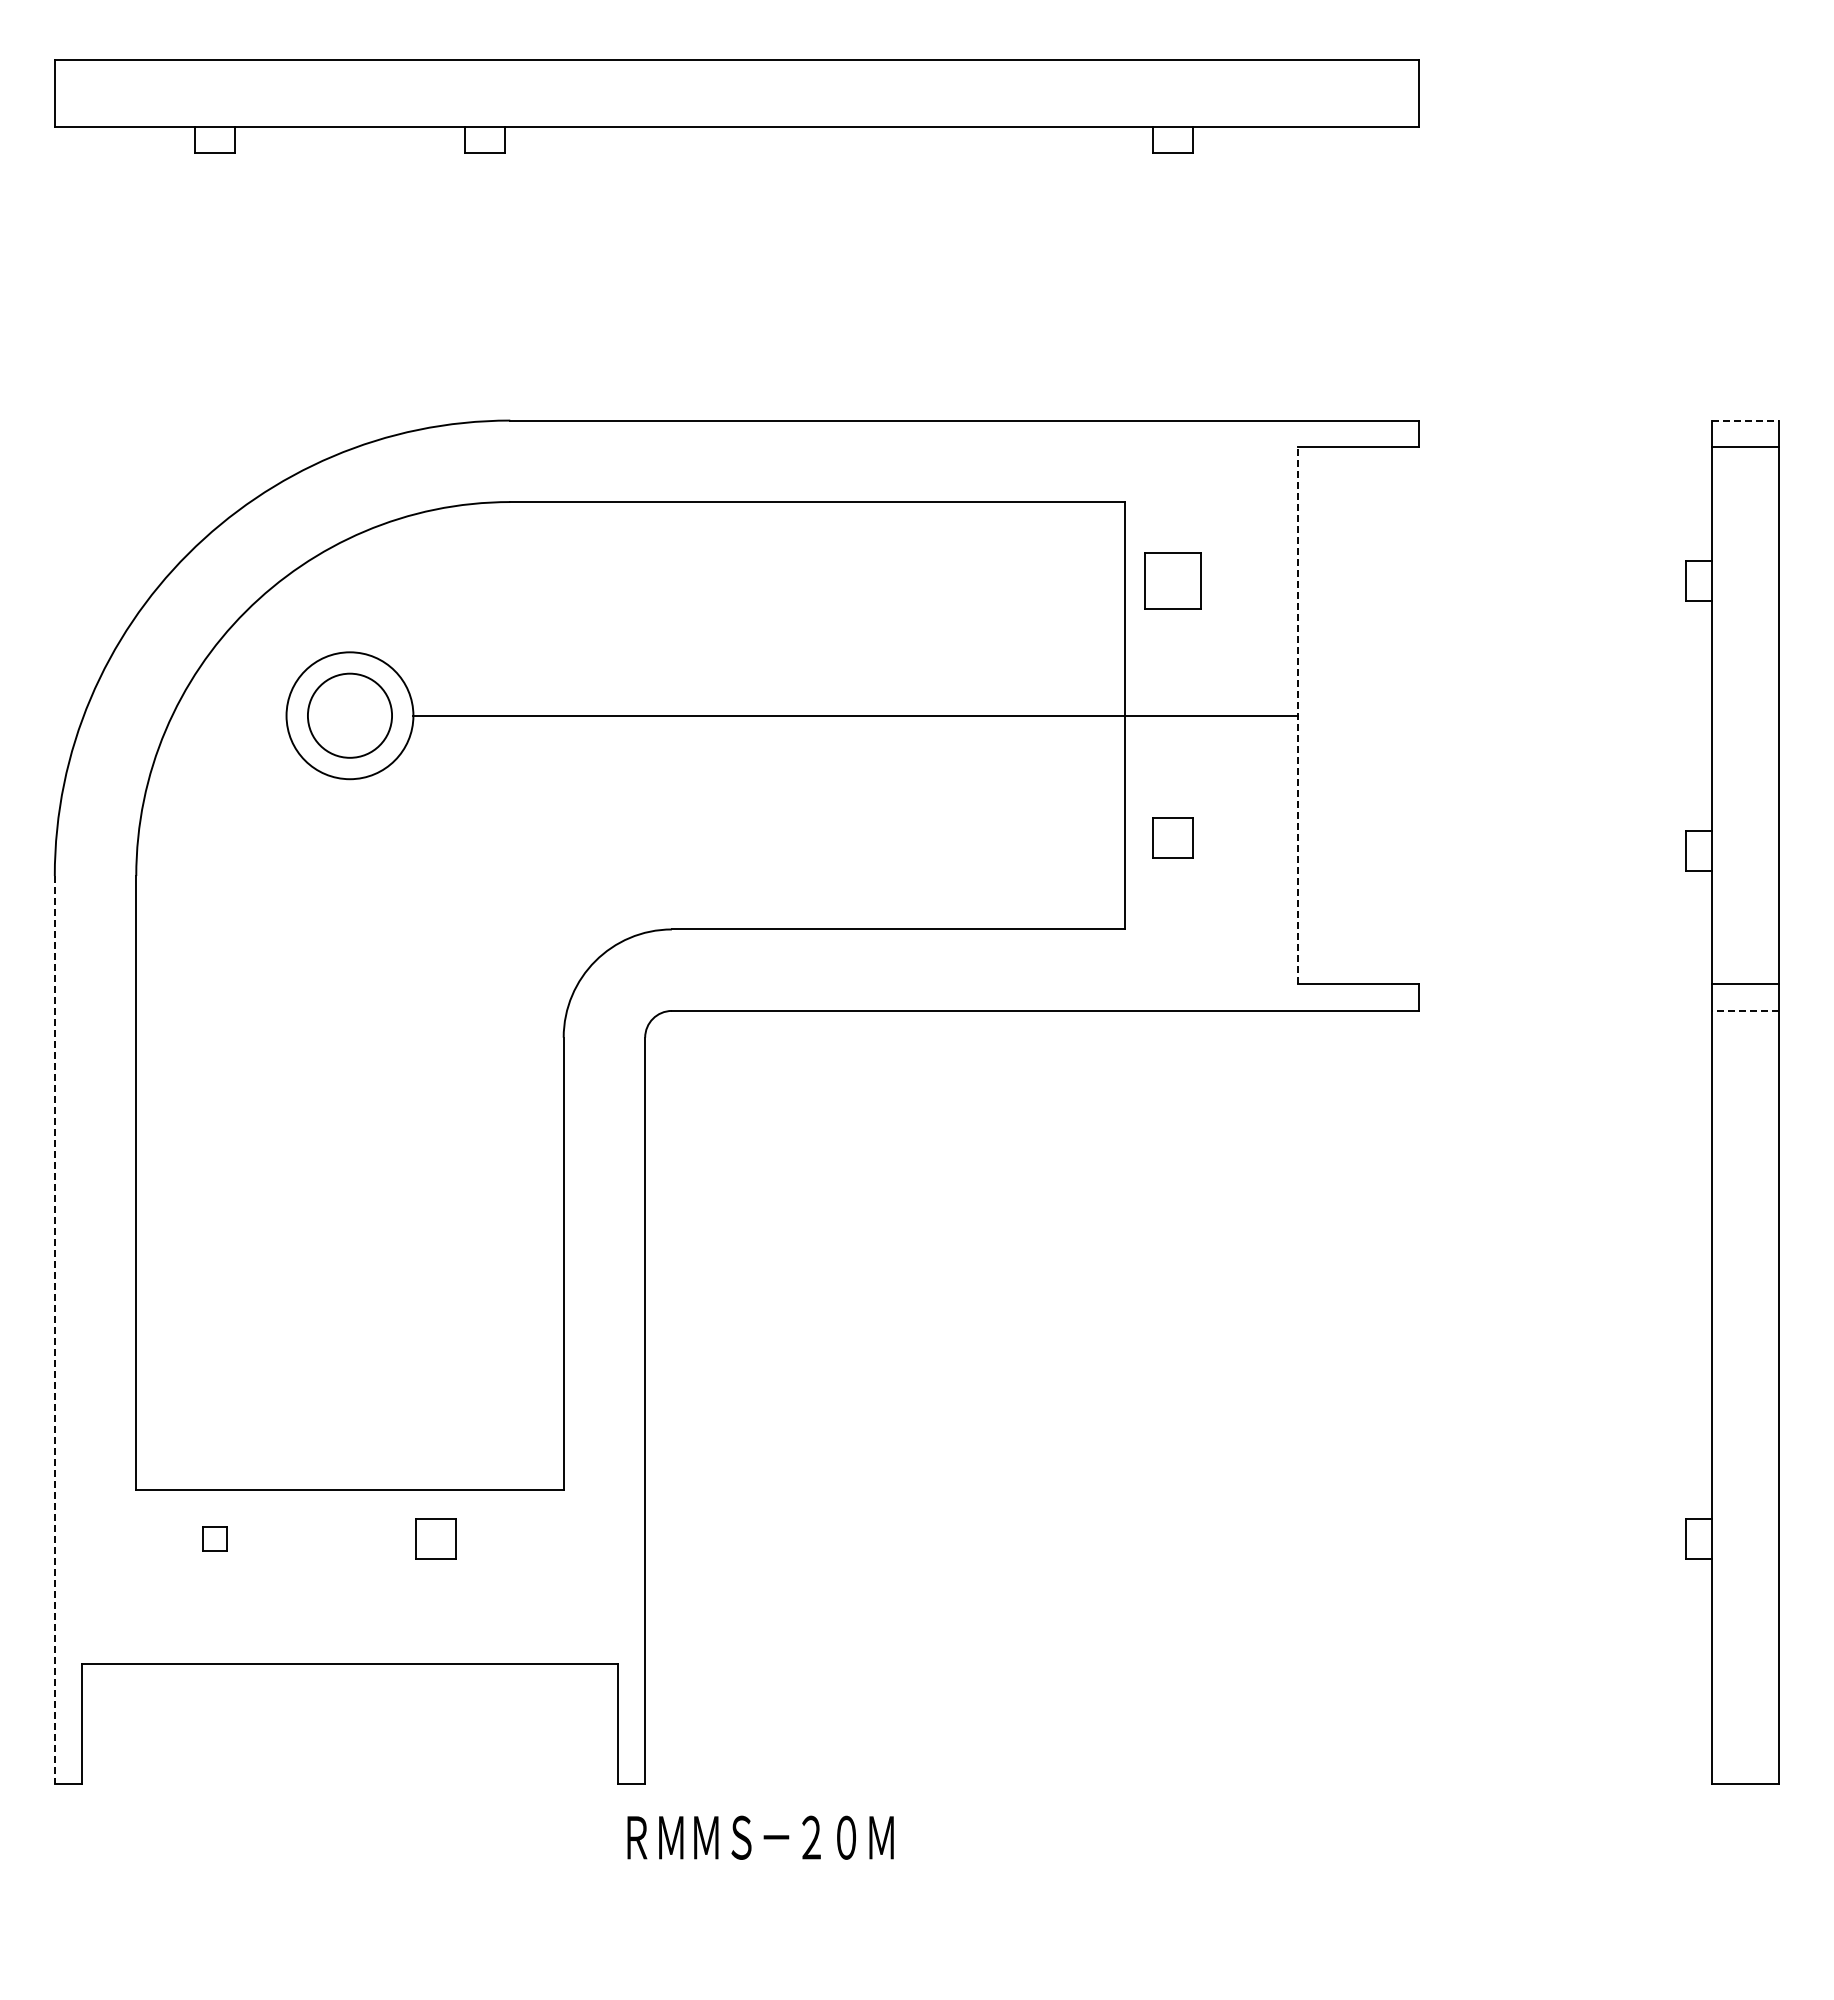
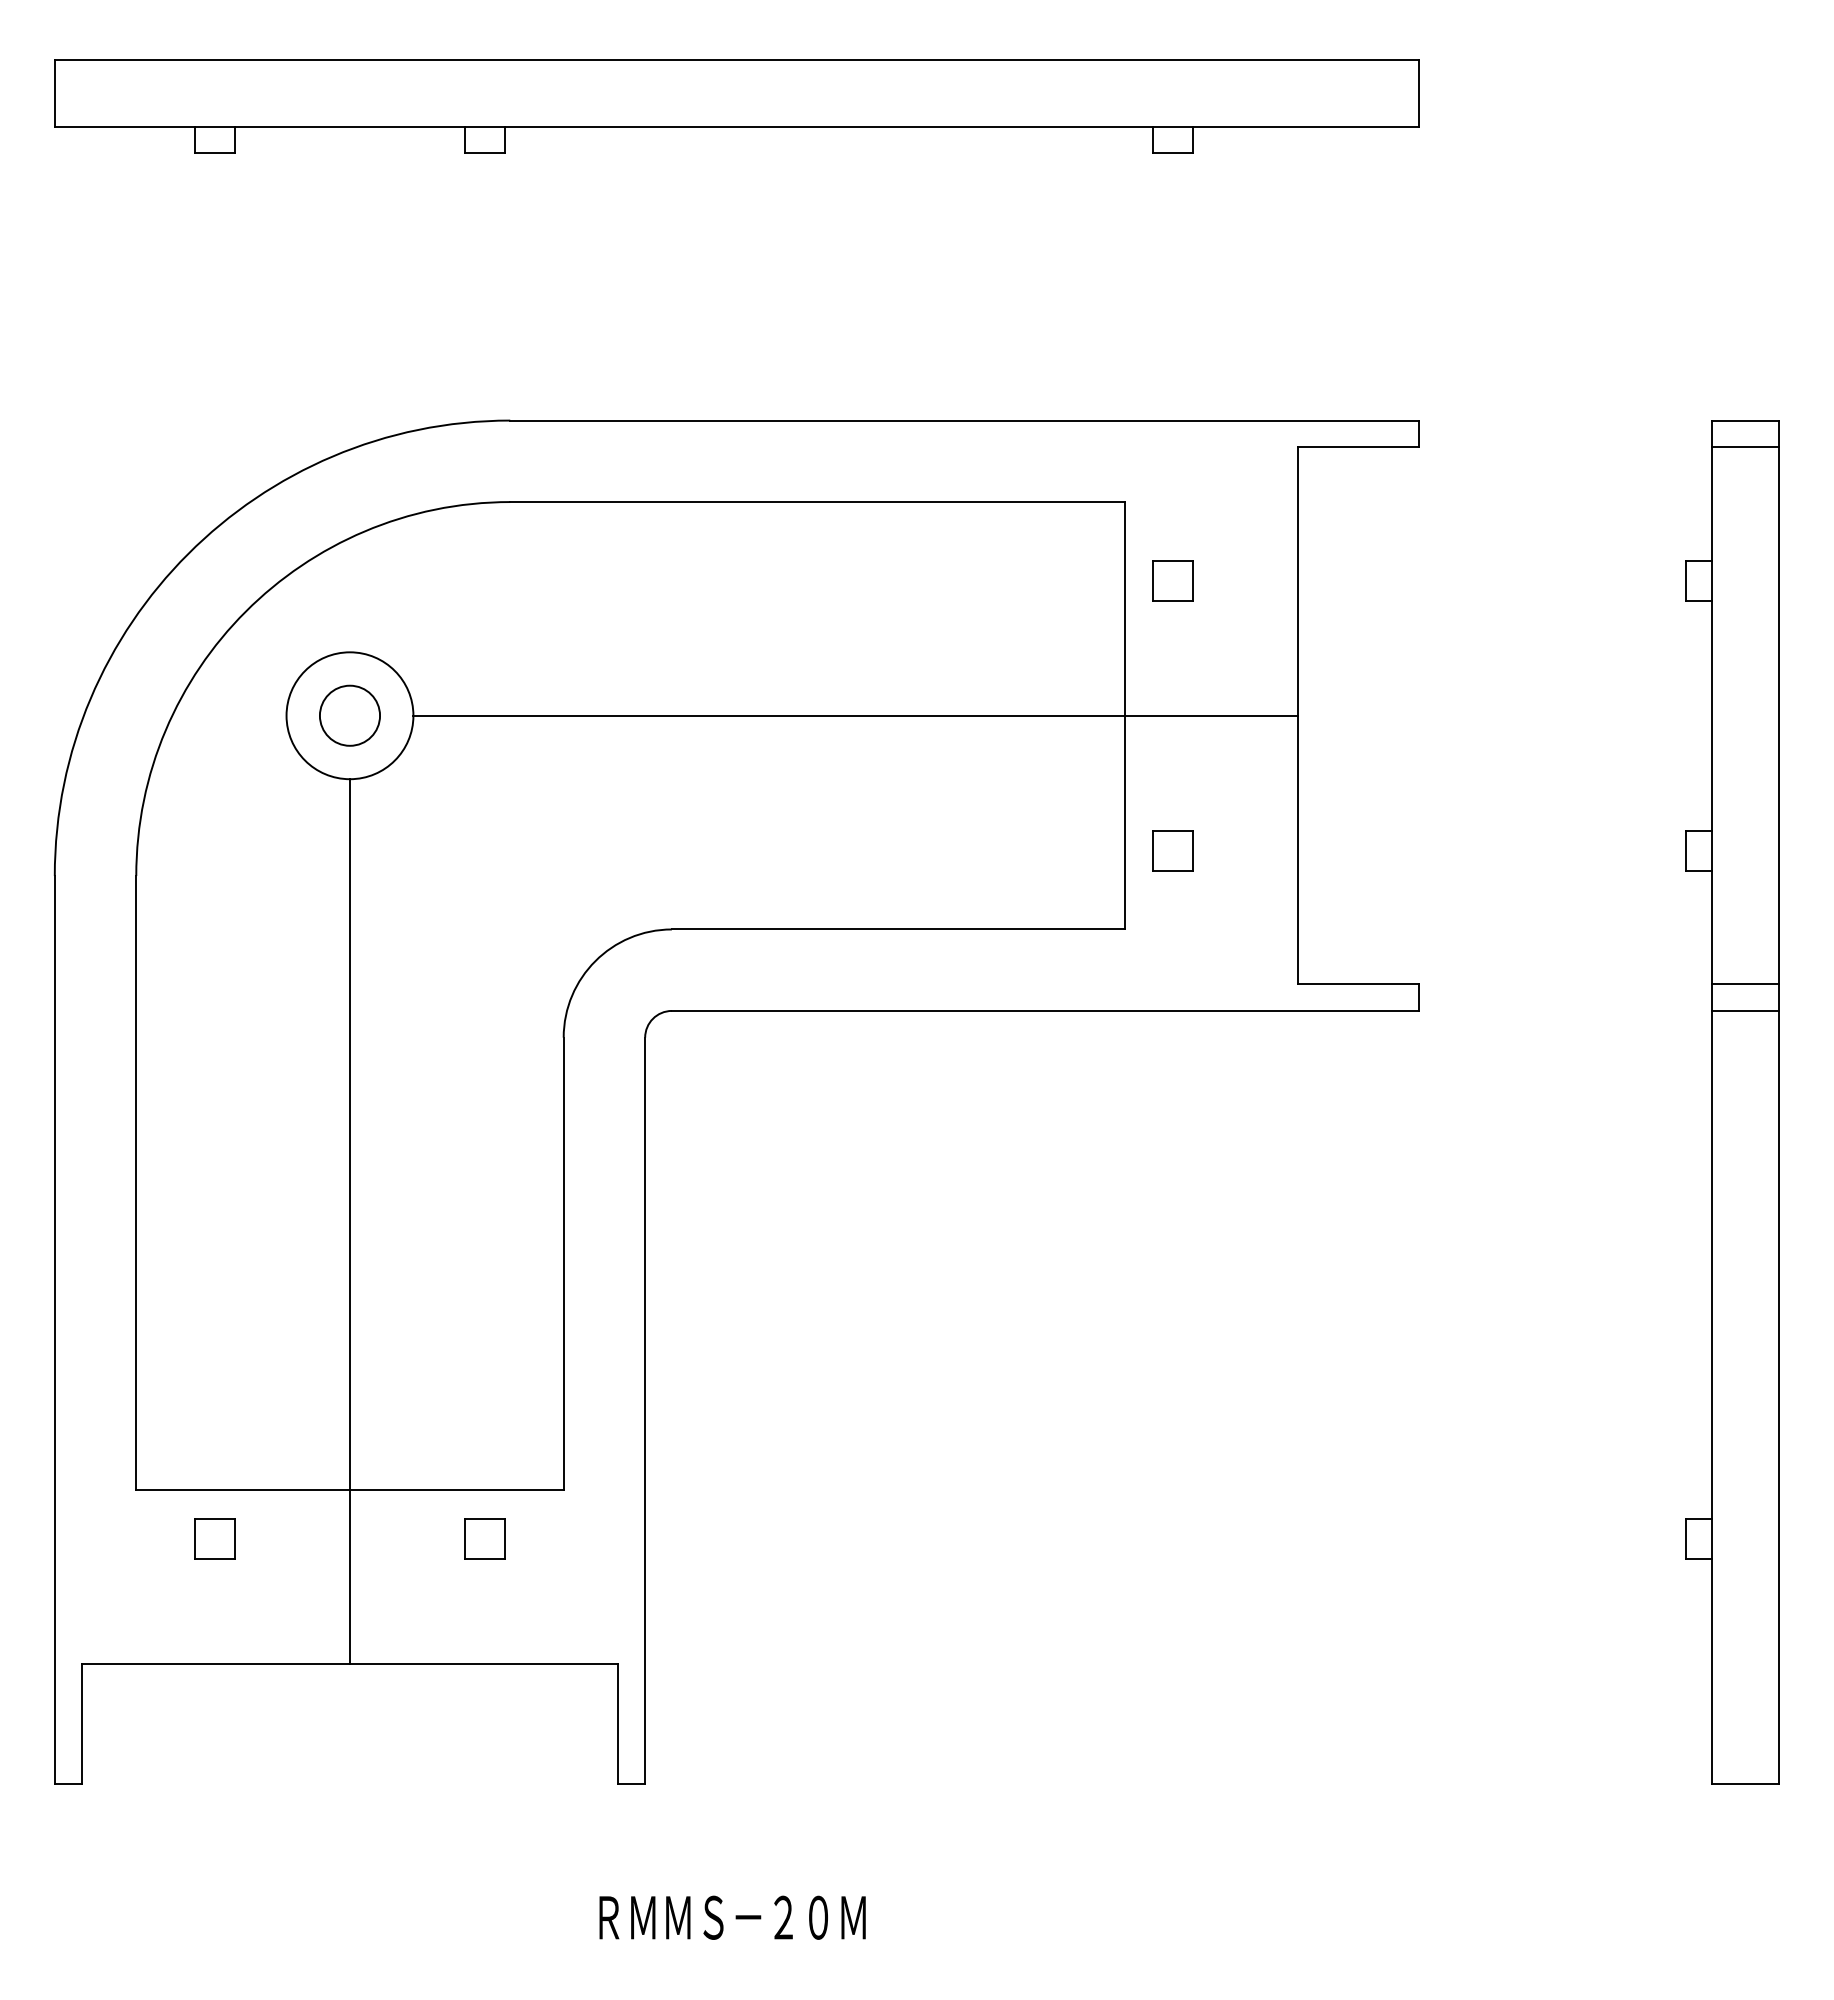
line at (1746, 420): dashed -> solid
part at (1172, 580) size: 58x58 px -> 42x42 px
circle at (349, 715) diameter: 84 px -> 60 px
line at (1298, 715): dashed -> solid
part at (1172, 837) position: (1172, 837) -> (1172, 850)
line at (1745, 1010): dashed -> solid
line at (349, 1221): none -> present
line at (54, 1330): dashed -> solid
part at (214, 1538) size: 26x26 px -> 42x42 px
part at (435, 1538) position: (435, 1538) -> (484, 1538)
text at (760, 1837) position: (760, 1837) -> (732, 1917)
